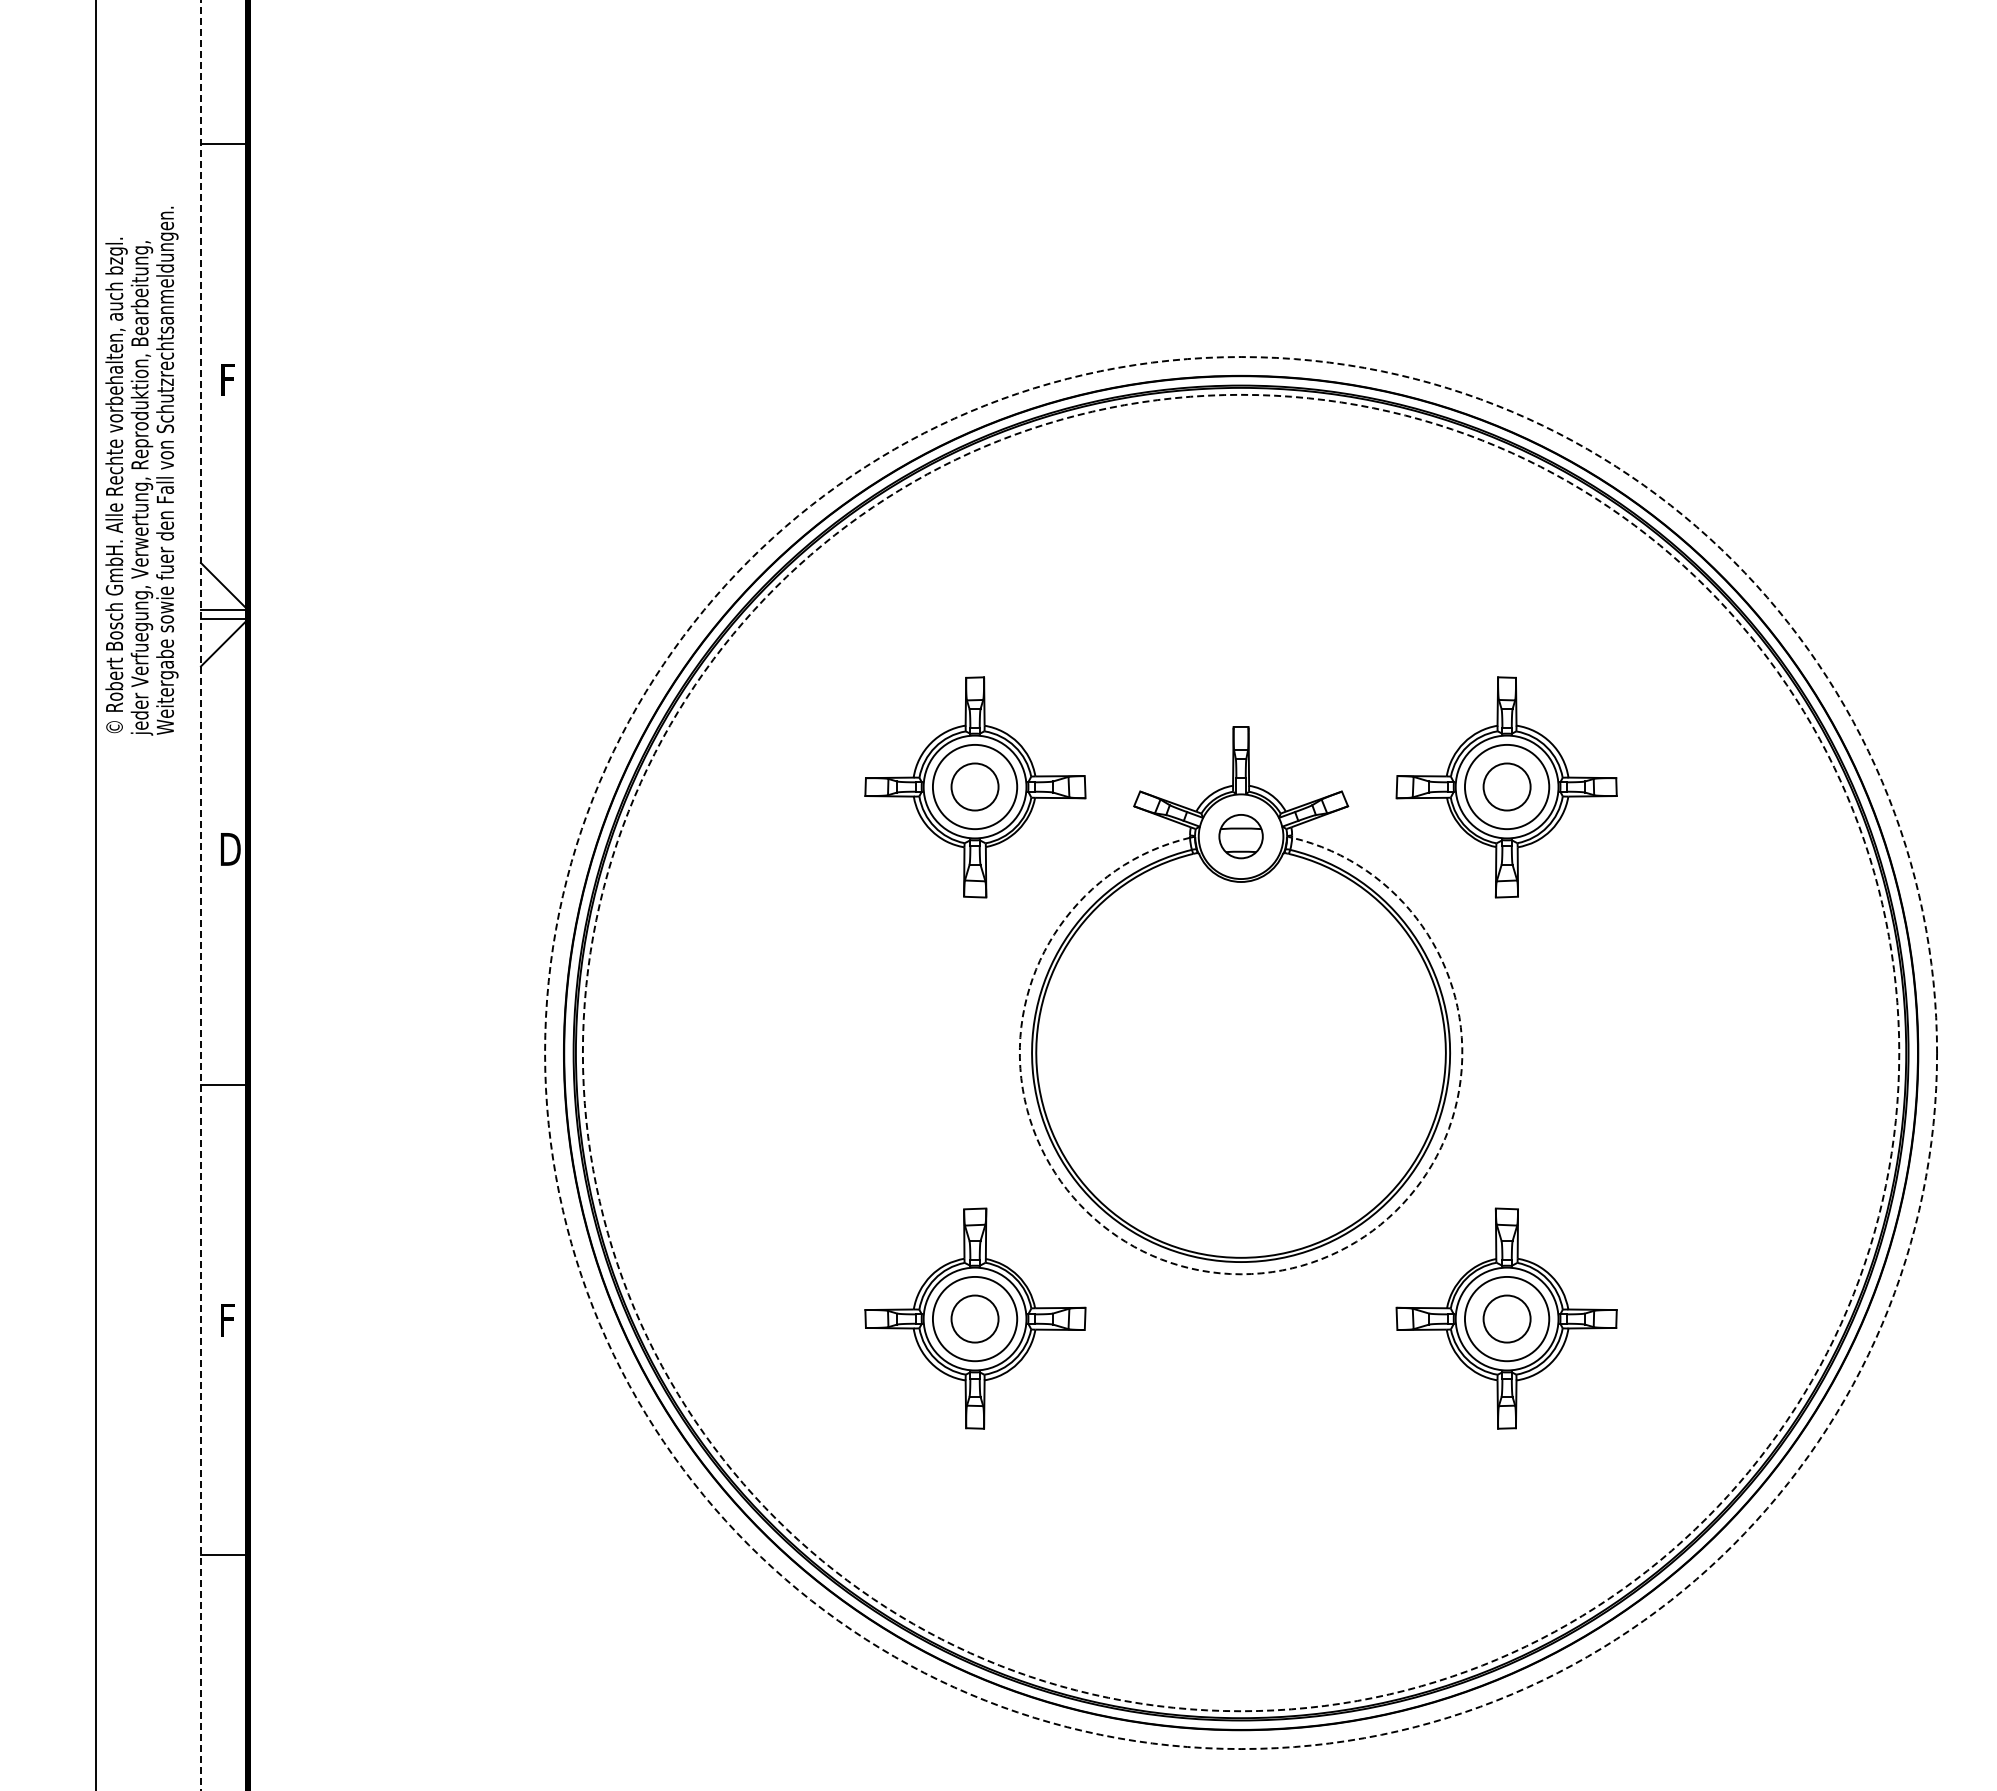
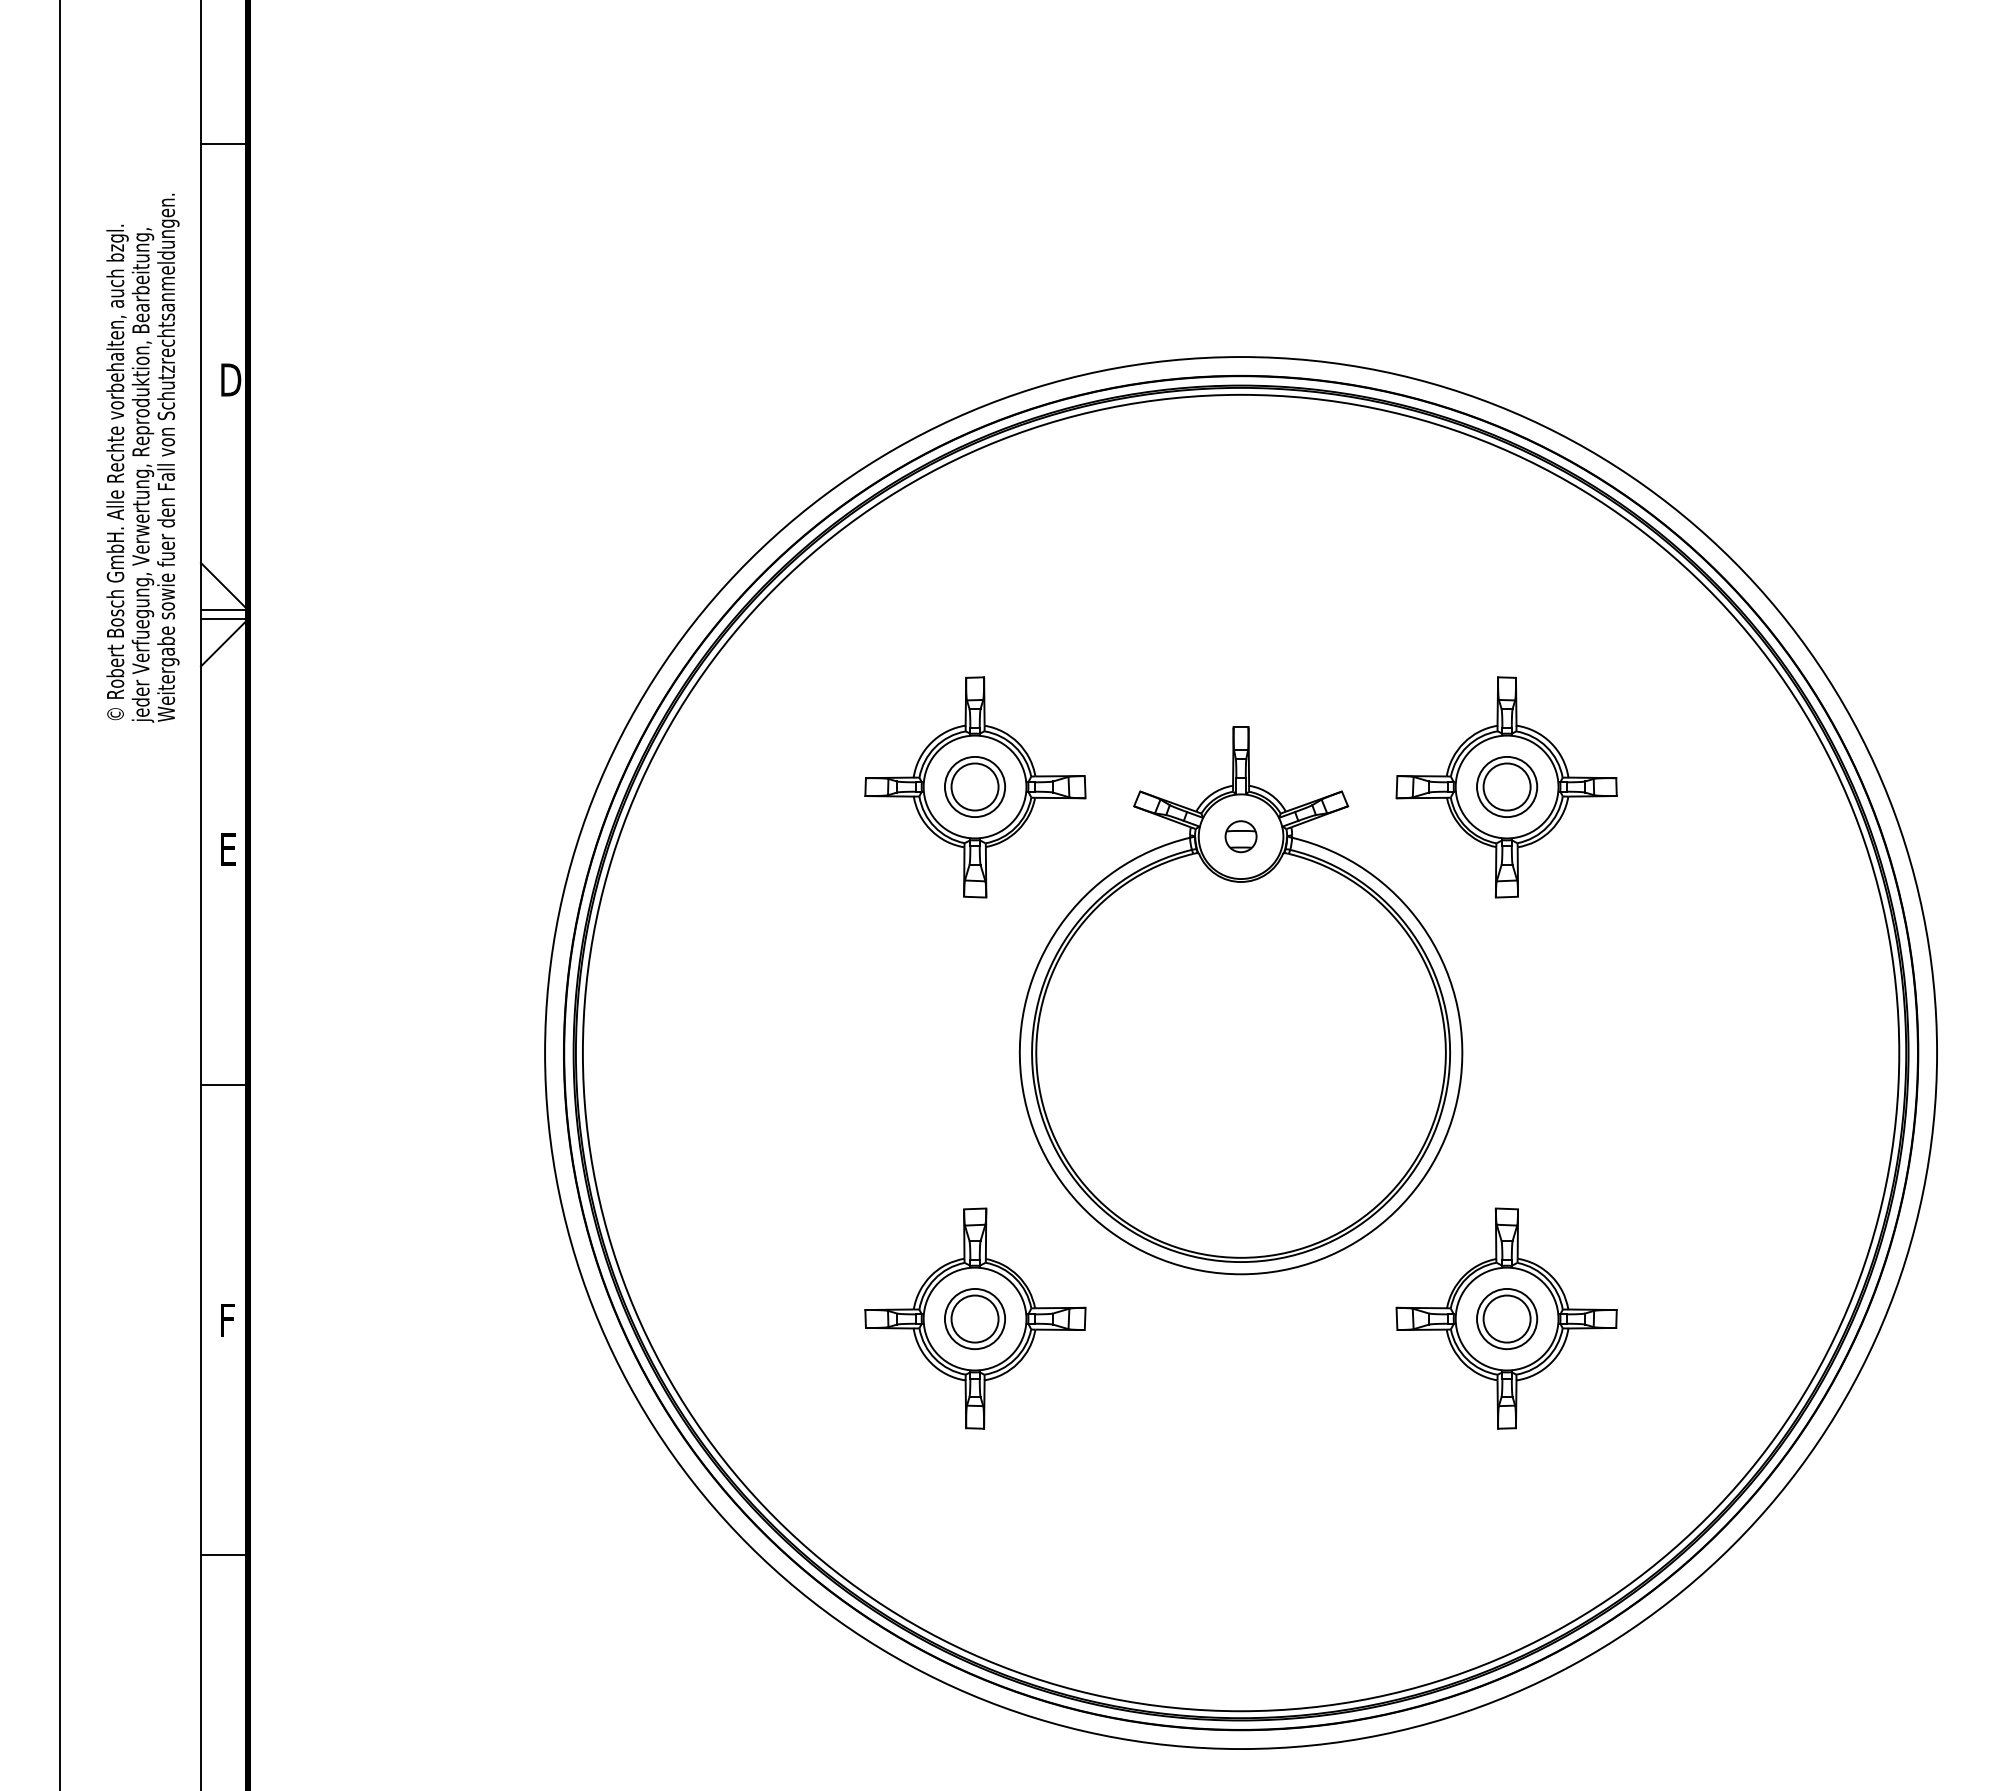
text at (231, 379): F -> D
text at (141, 470) position: (141, 470) -> (142, 457)
circle at (974, 786) diameter: 84 px -> 60 px
circle at (1506, 786) diameter: 84 px -> 60 px
part at (1240, 836) size: 46x46 px -> 34x34 px
text at (230, 849): D -> E
line at (95, 894) position: (95, 894) -> (59, 894)
line at (200, 896): dashed -> solid
circle at (1240, 1052): dashed -> solid
circle at (1241, 1053): dashed -> solid
arc at (1241, 1274): dashed -> solid
circle at (974, 1318) diameter: 84 px -> 60 px
circle at (1506, 1318) diameter: 84 px -> 60 px
